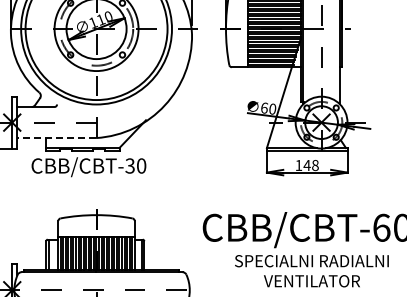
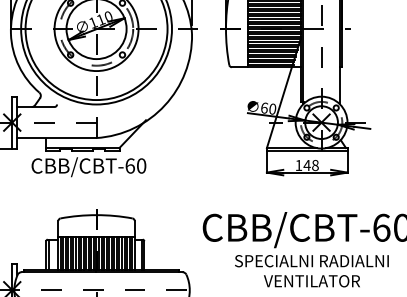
line at (56, 138): dashed -> solid
text at (129, 165): CBB/CBT-30 -> CBB/CBT-60
